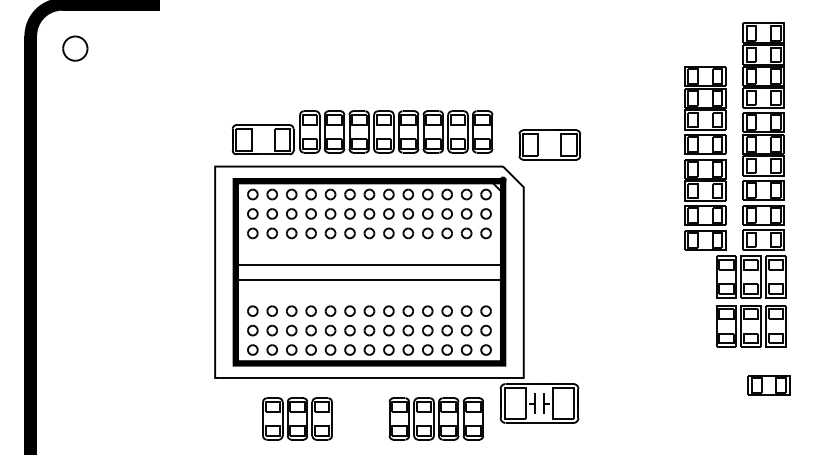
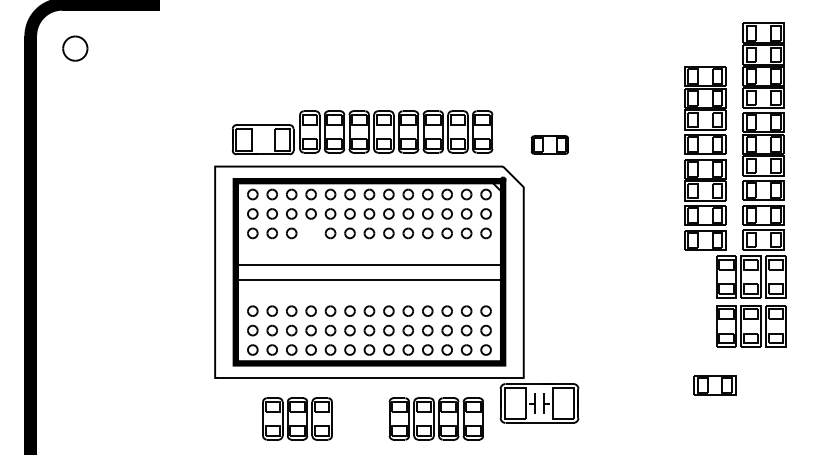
part at (549, 144) size: 64x32 px -> 39x20 px
part at (310, 233): present -> none
part at (768, 385) position: (768, 385) -> (714, 385)
